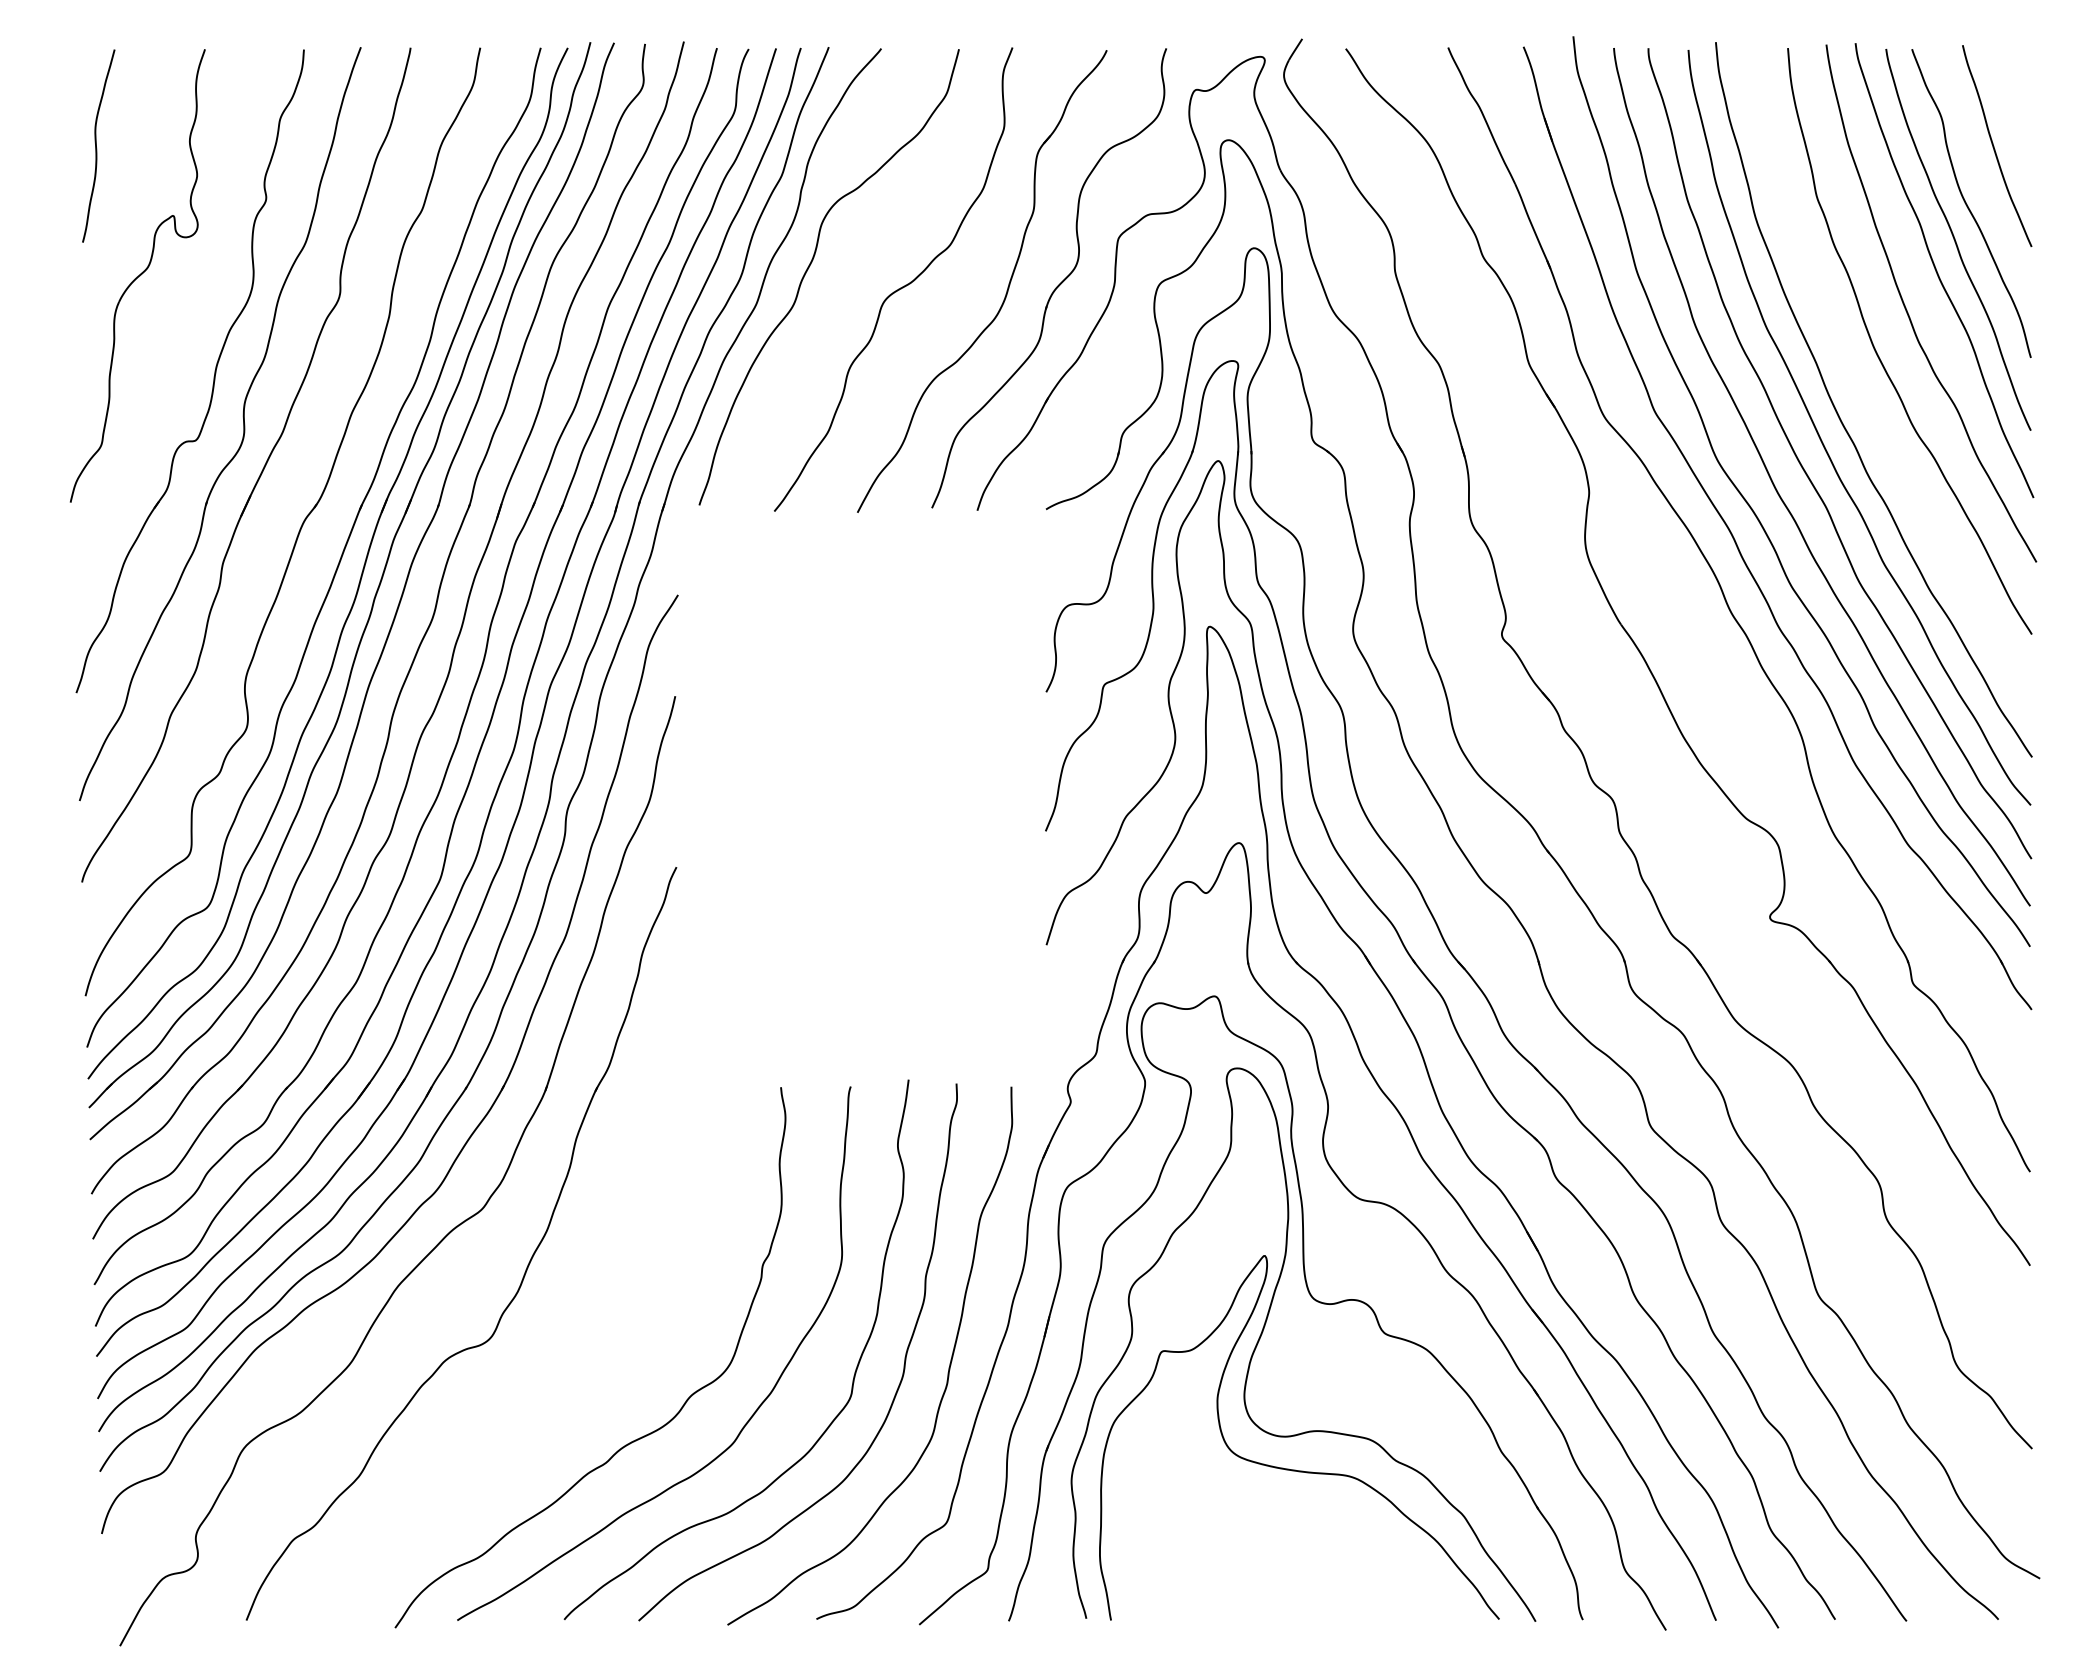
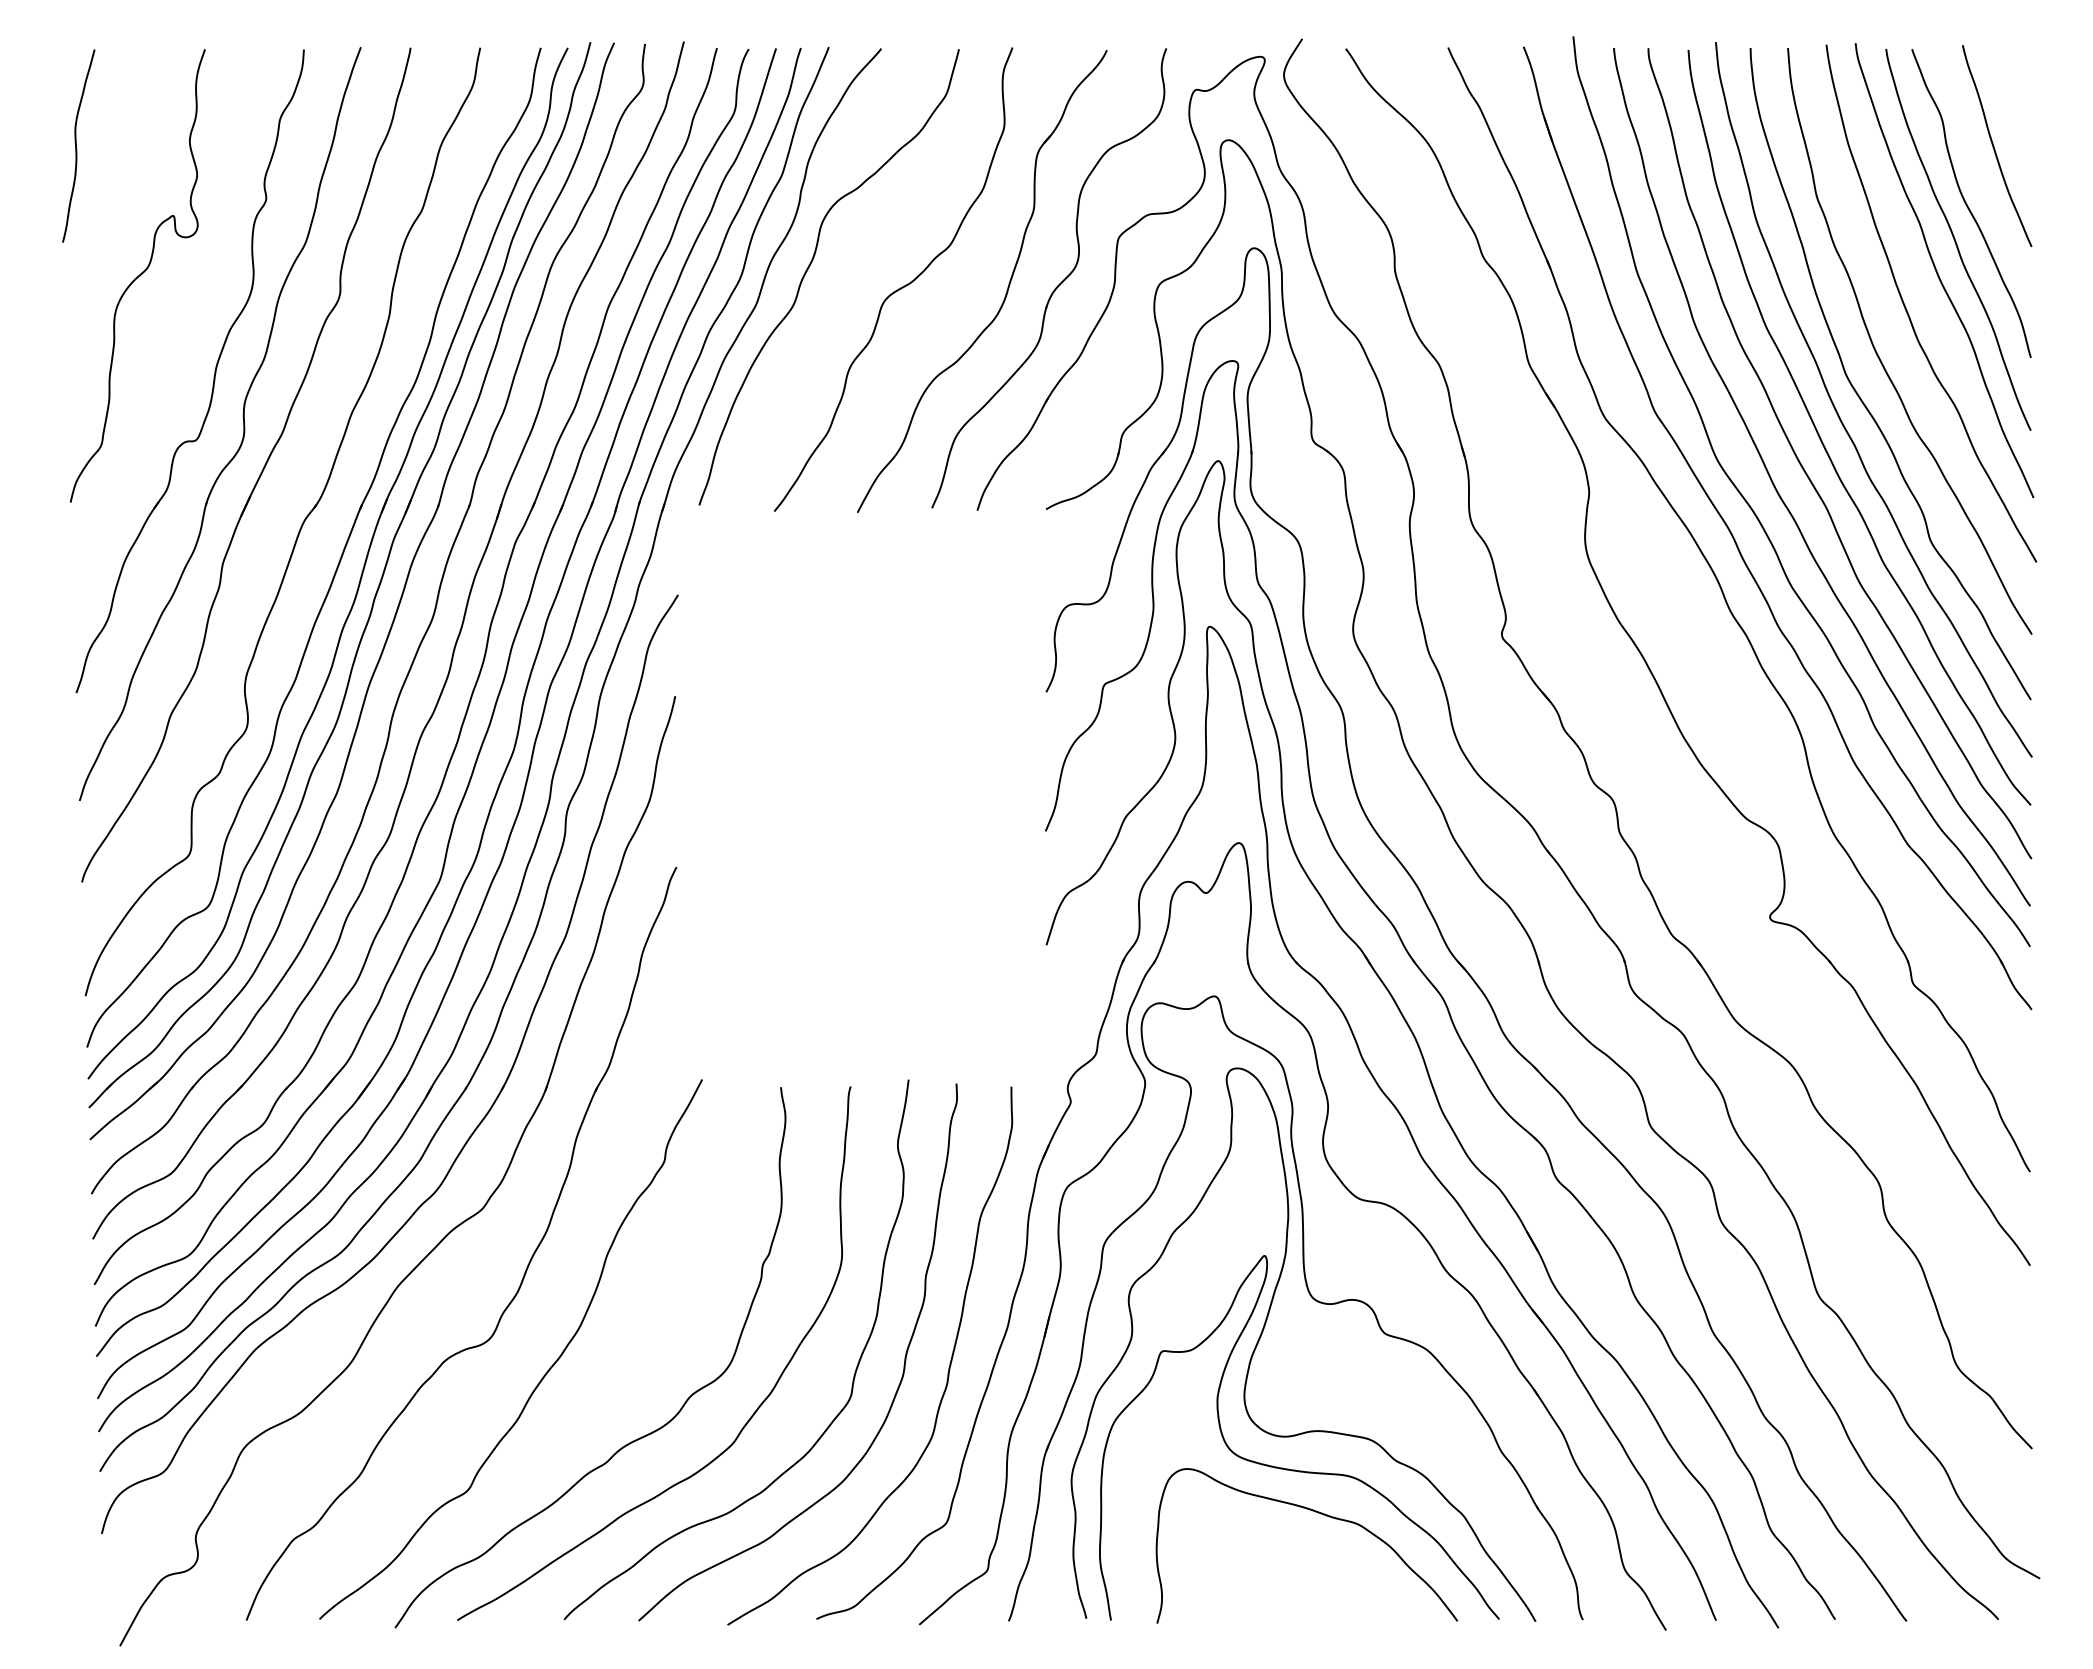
curve at (96, 145) position: (96, 145) -> (76, 145)
curve at (1858, 393): none -> present
curve at (543, 1375): none -> present
curve at (1320, 1514): none -> present
